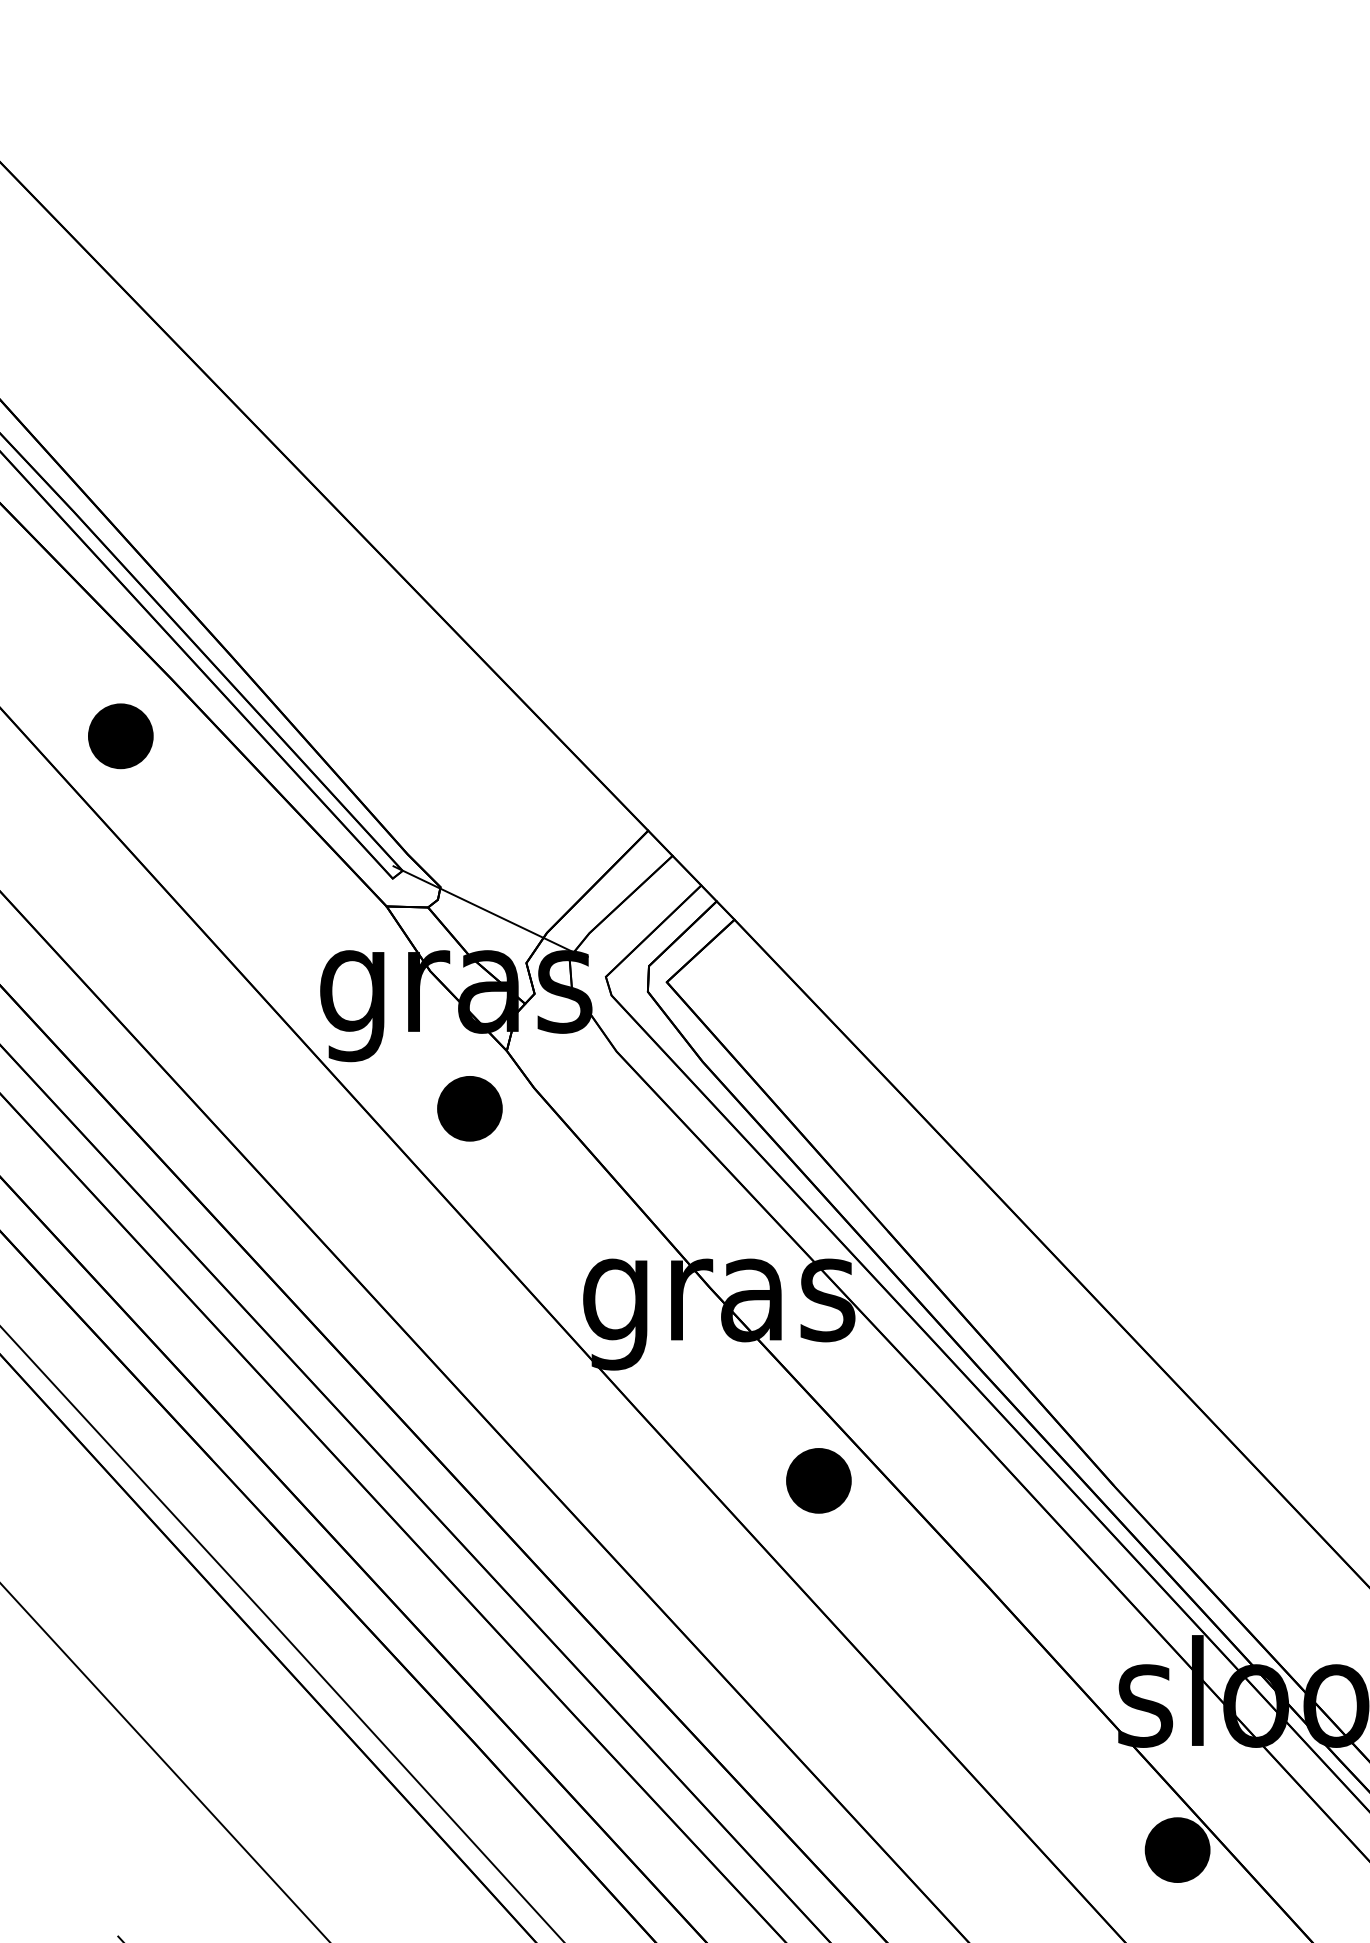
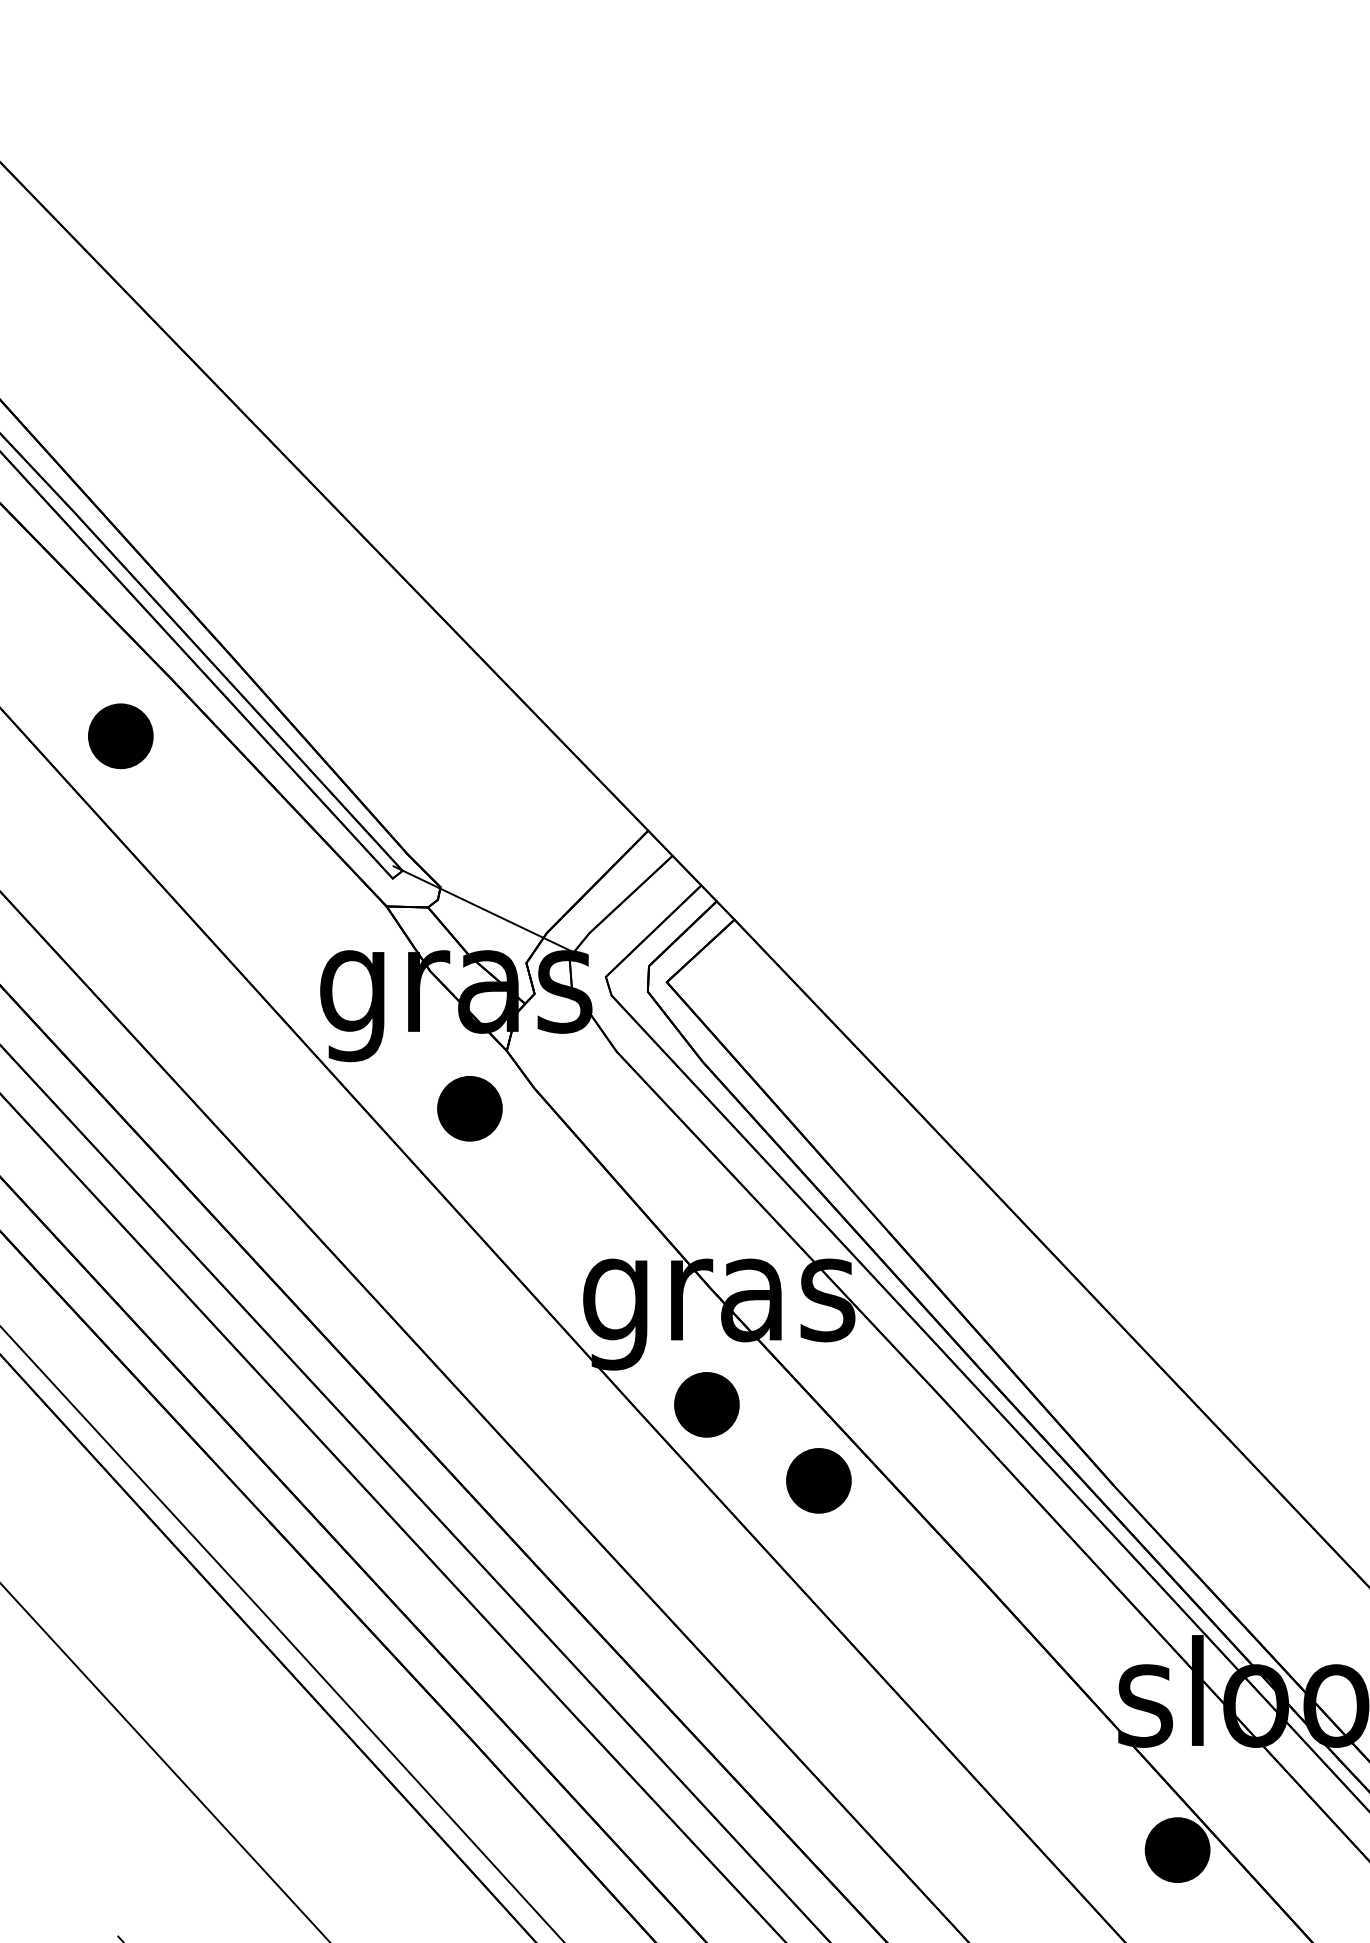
part at (706, 1404): none -> present
